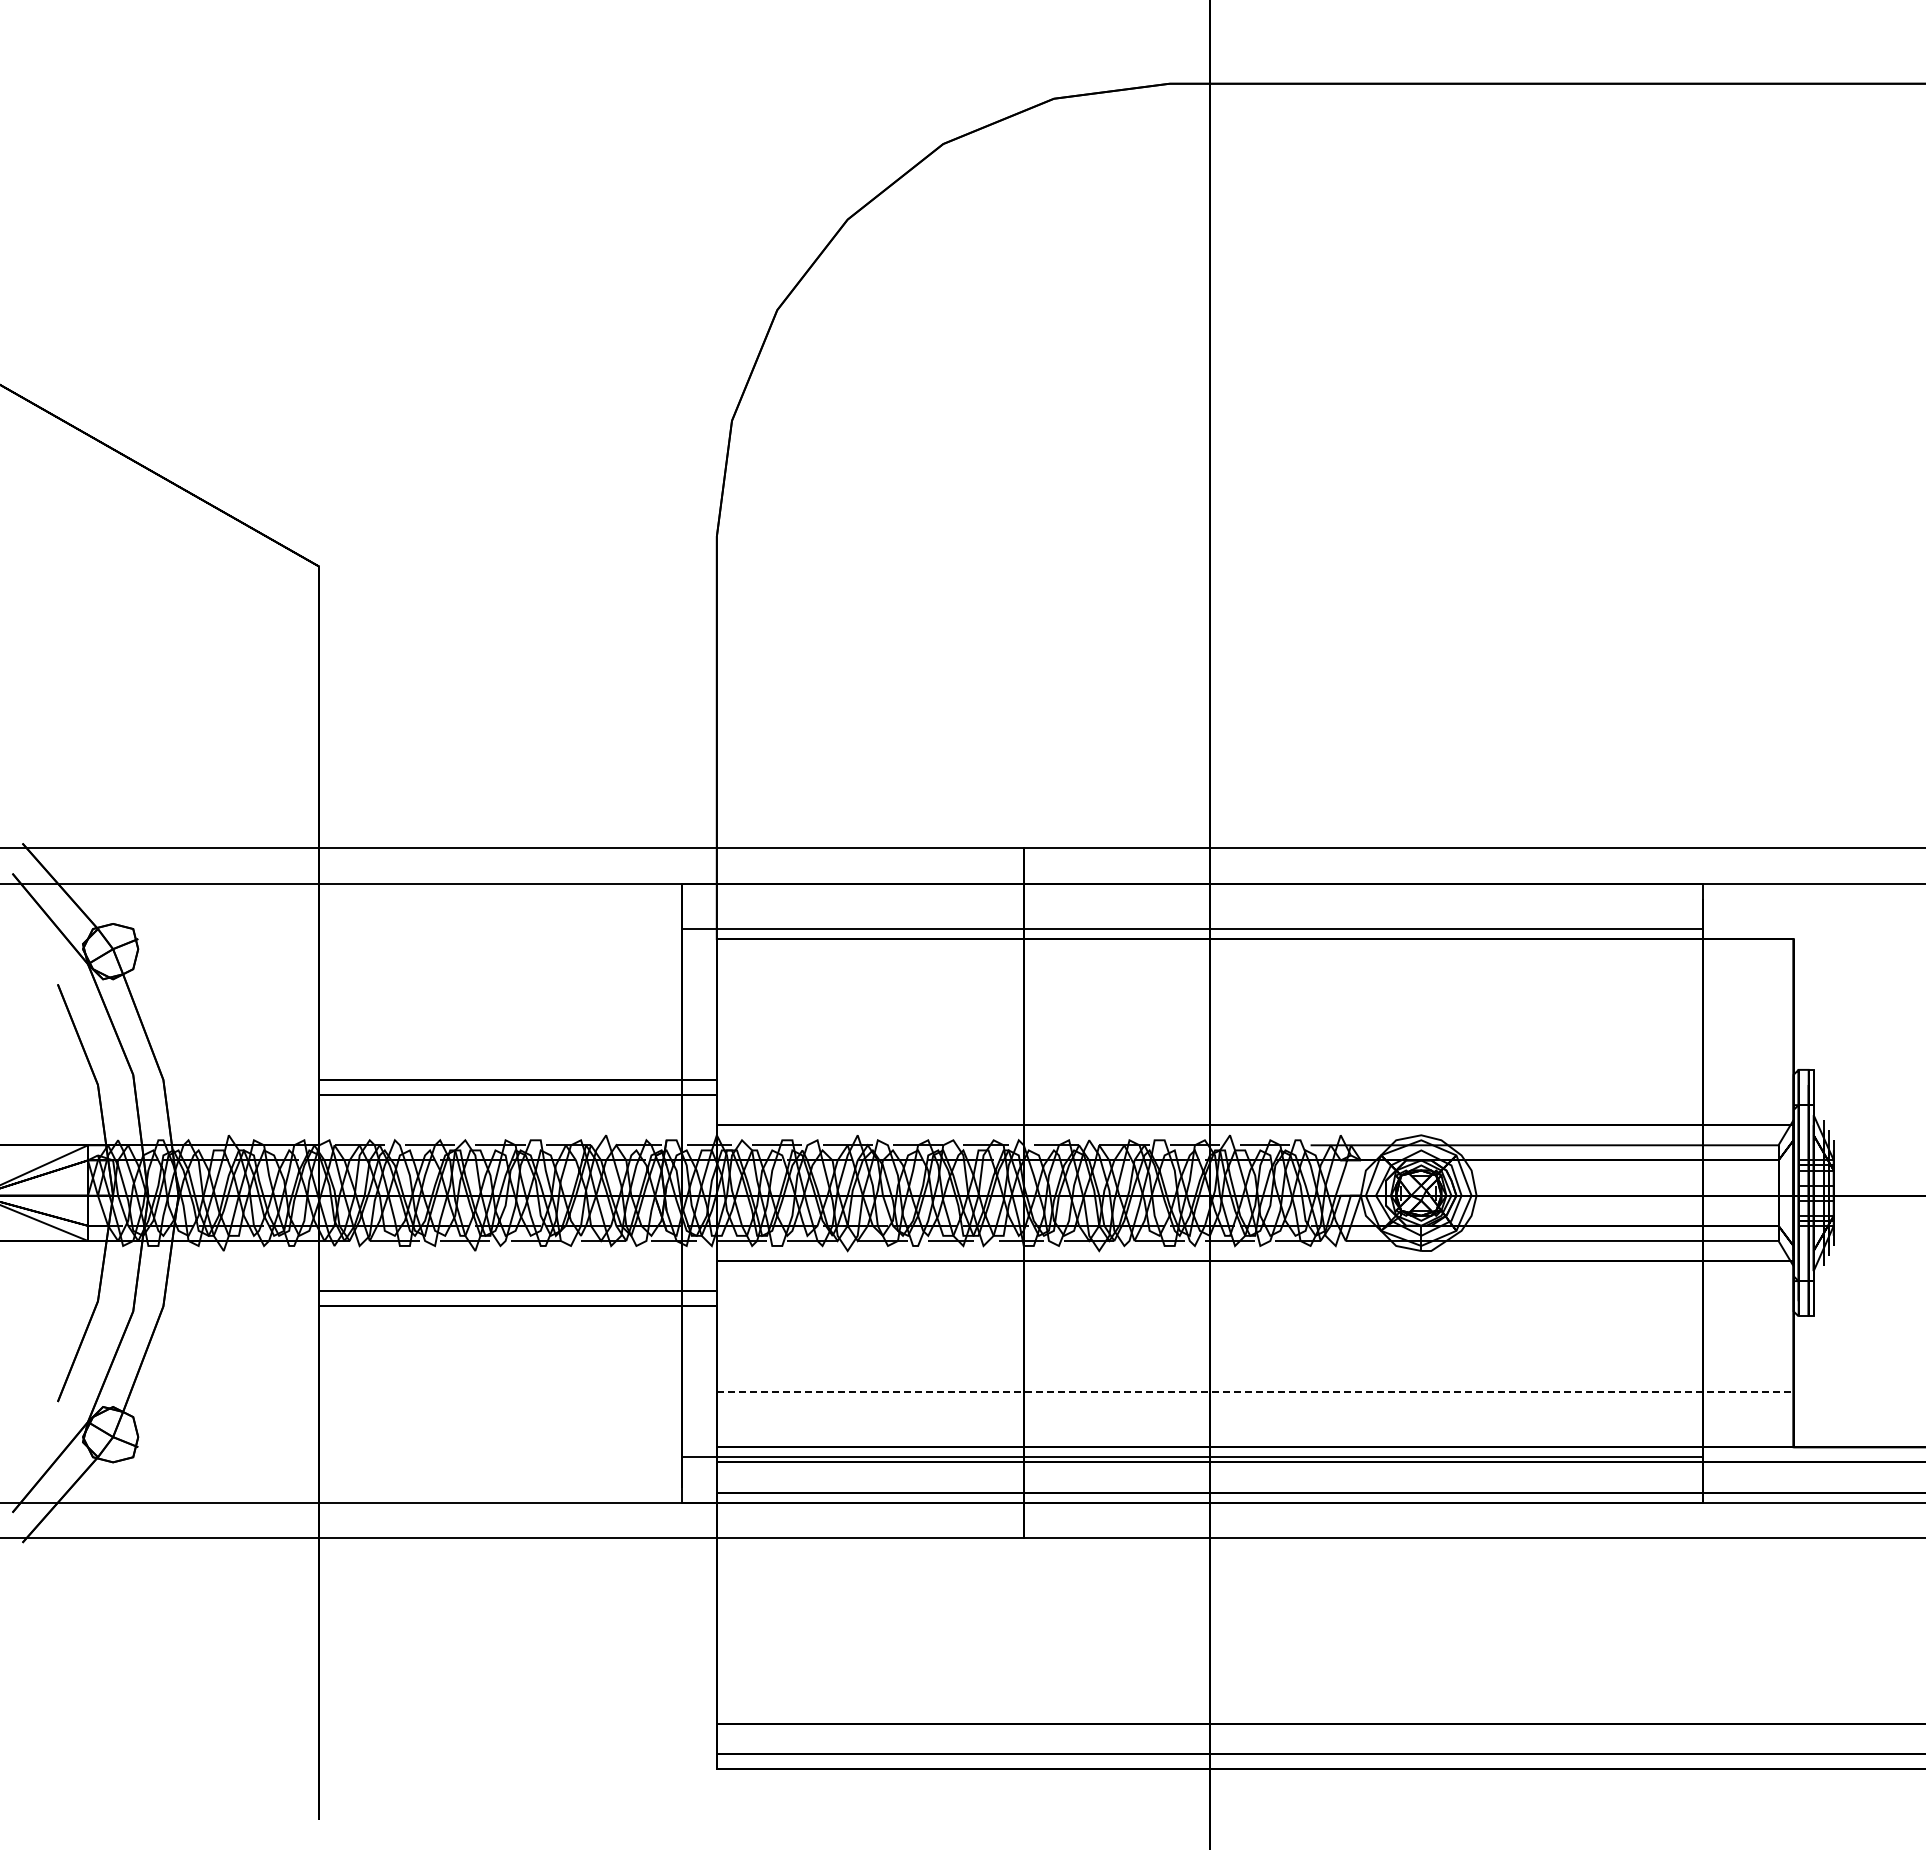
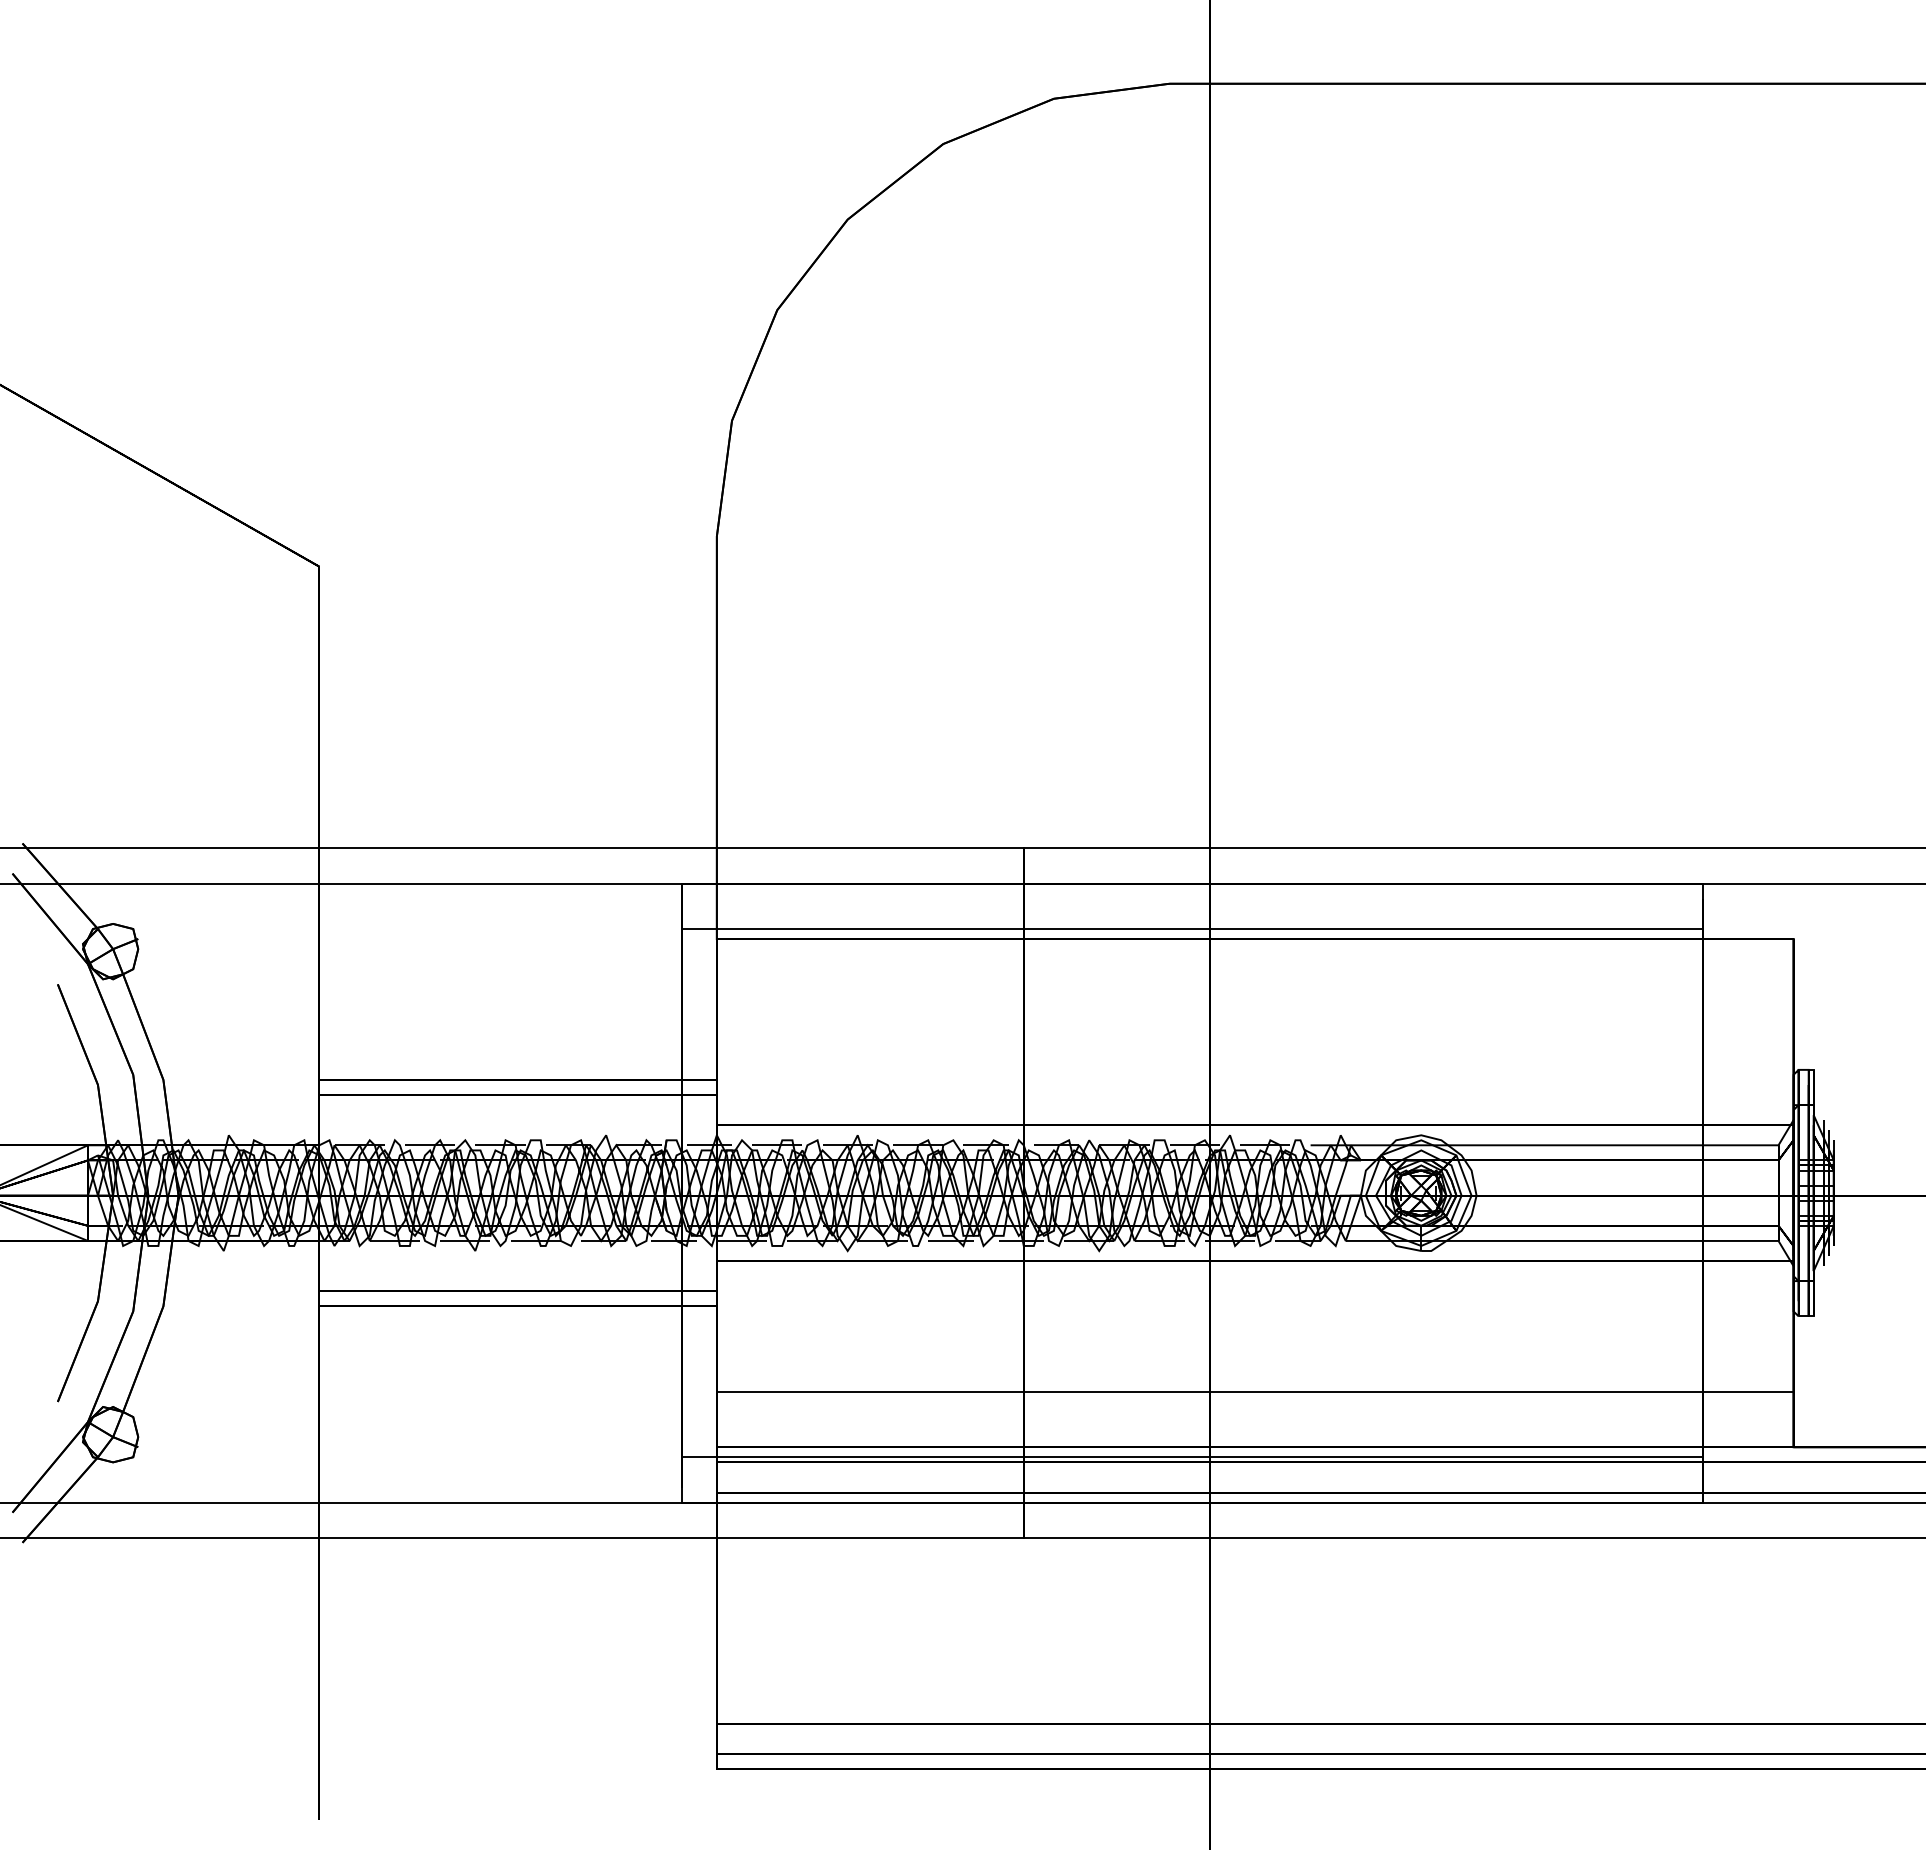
line at (1255, 1391): dashed -> solid
